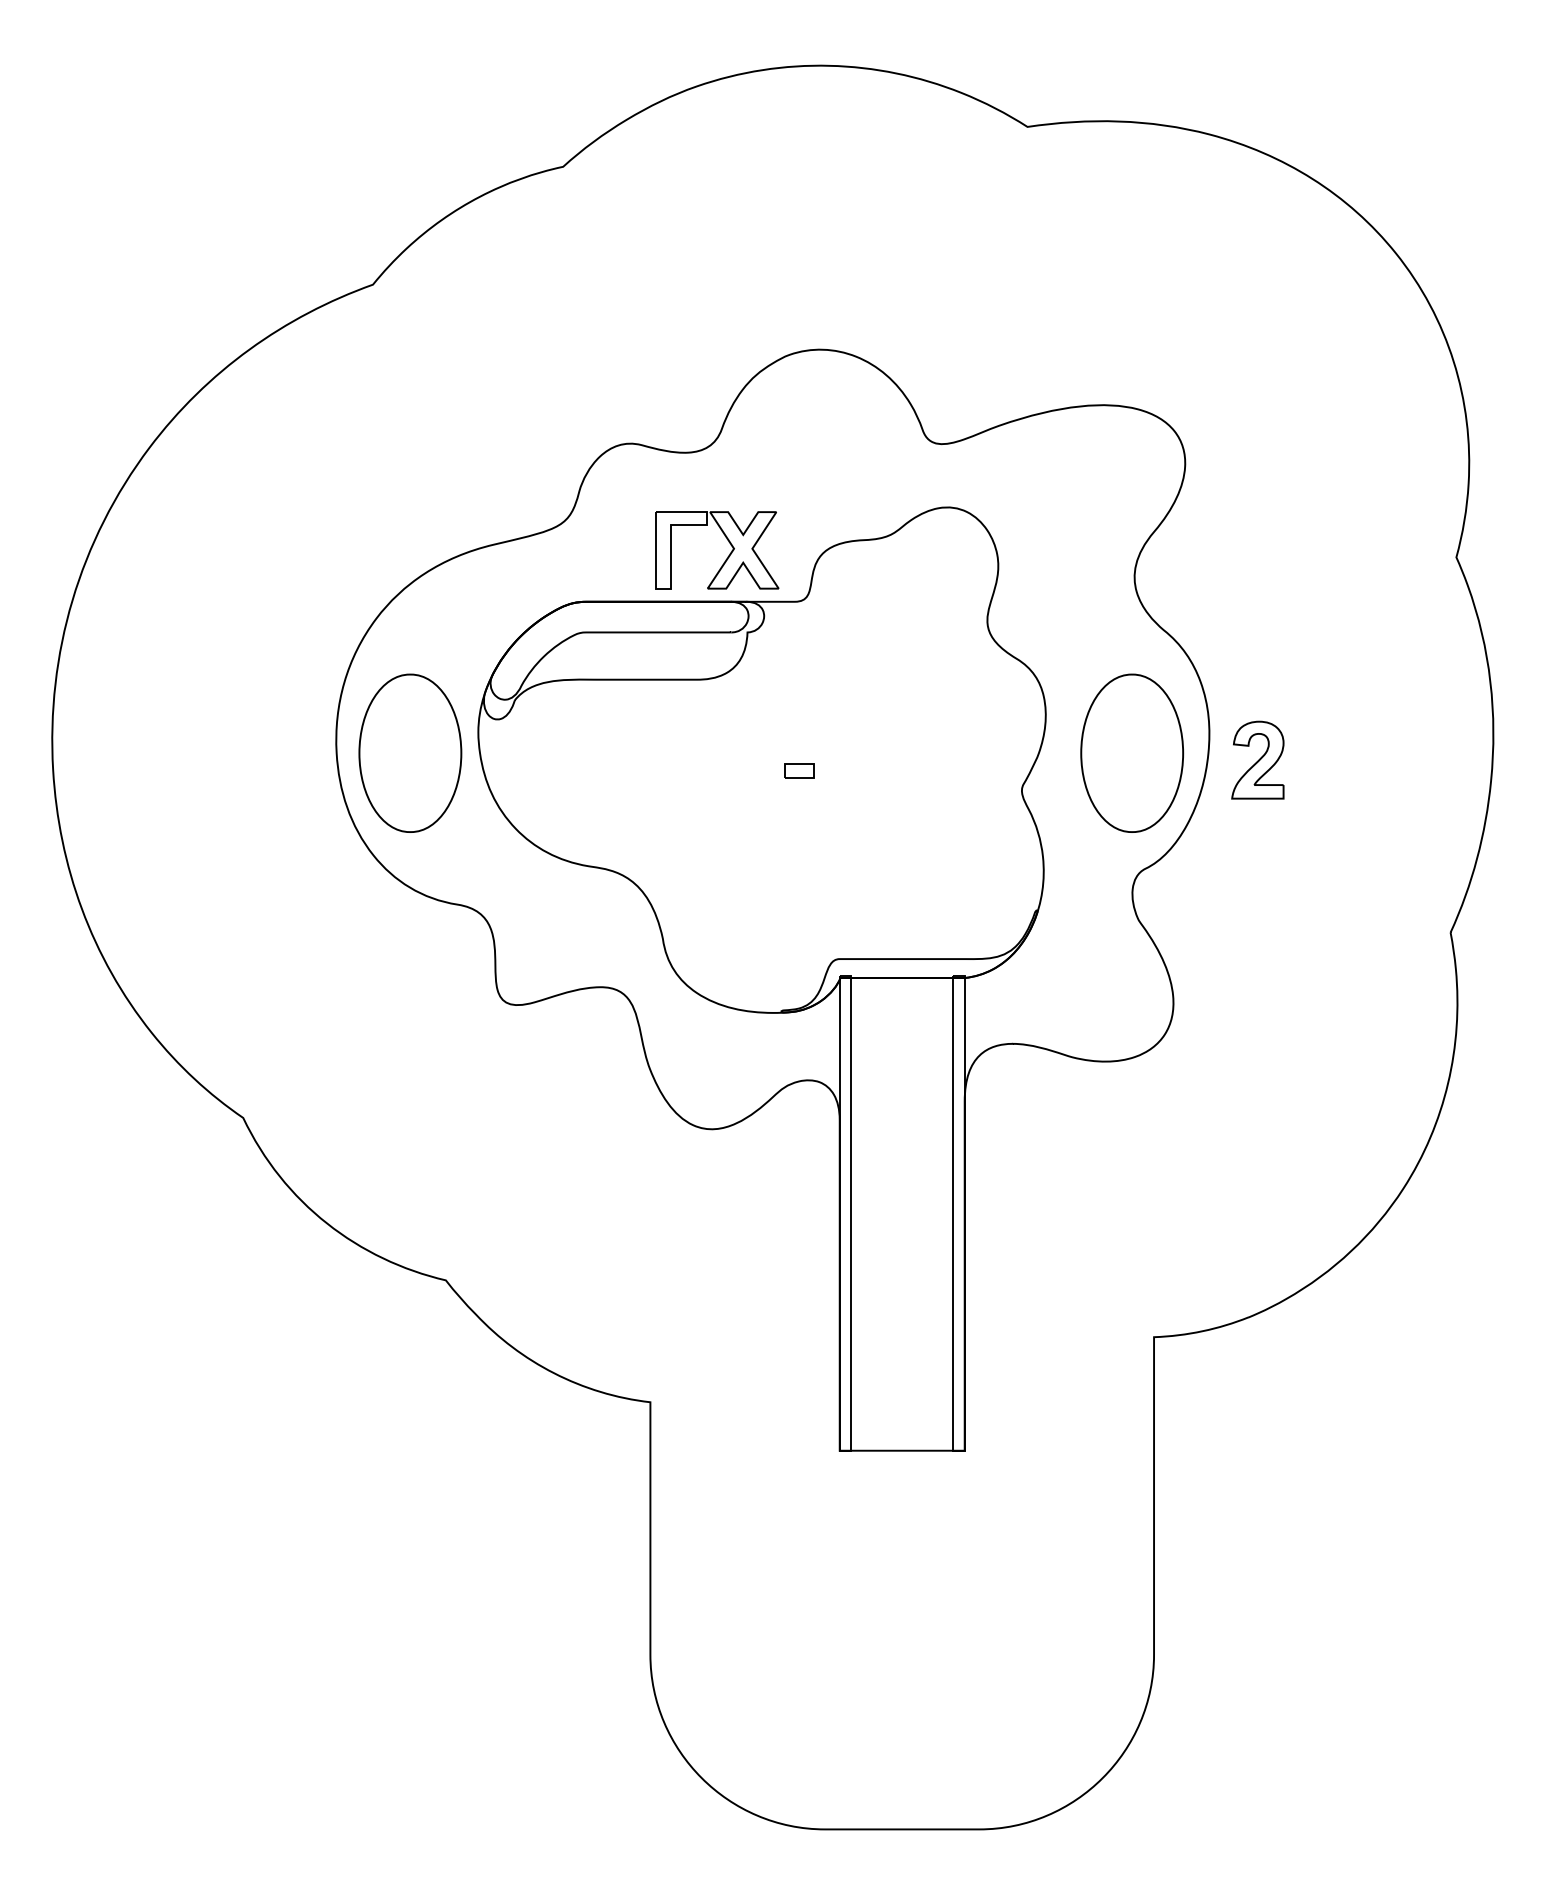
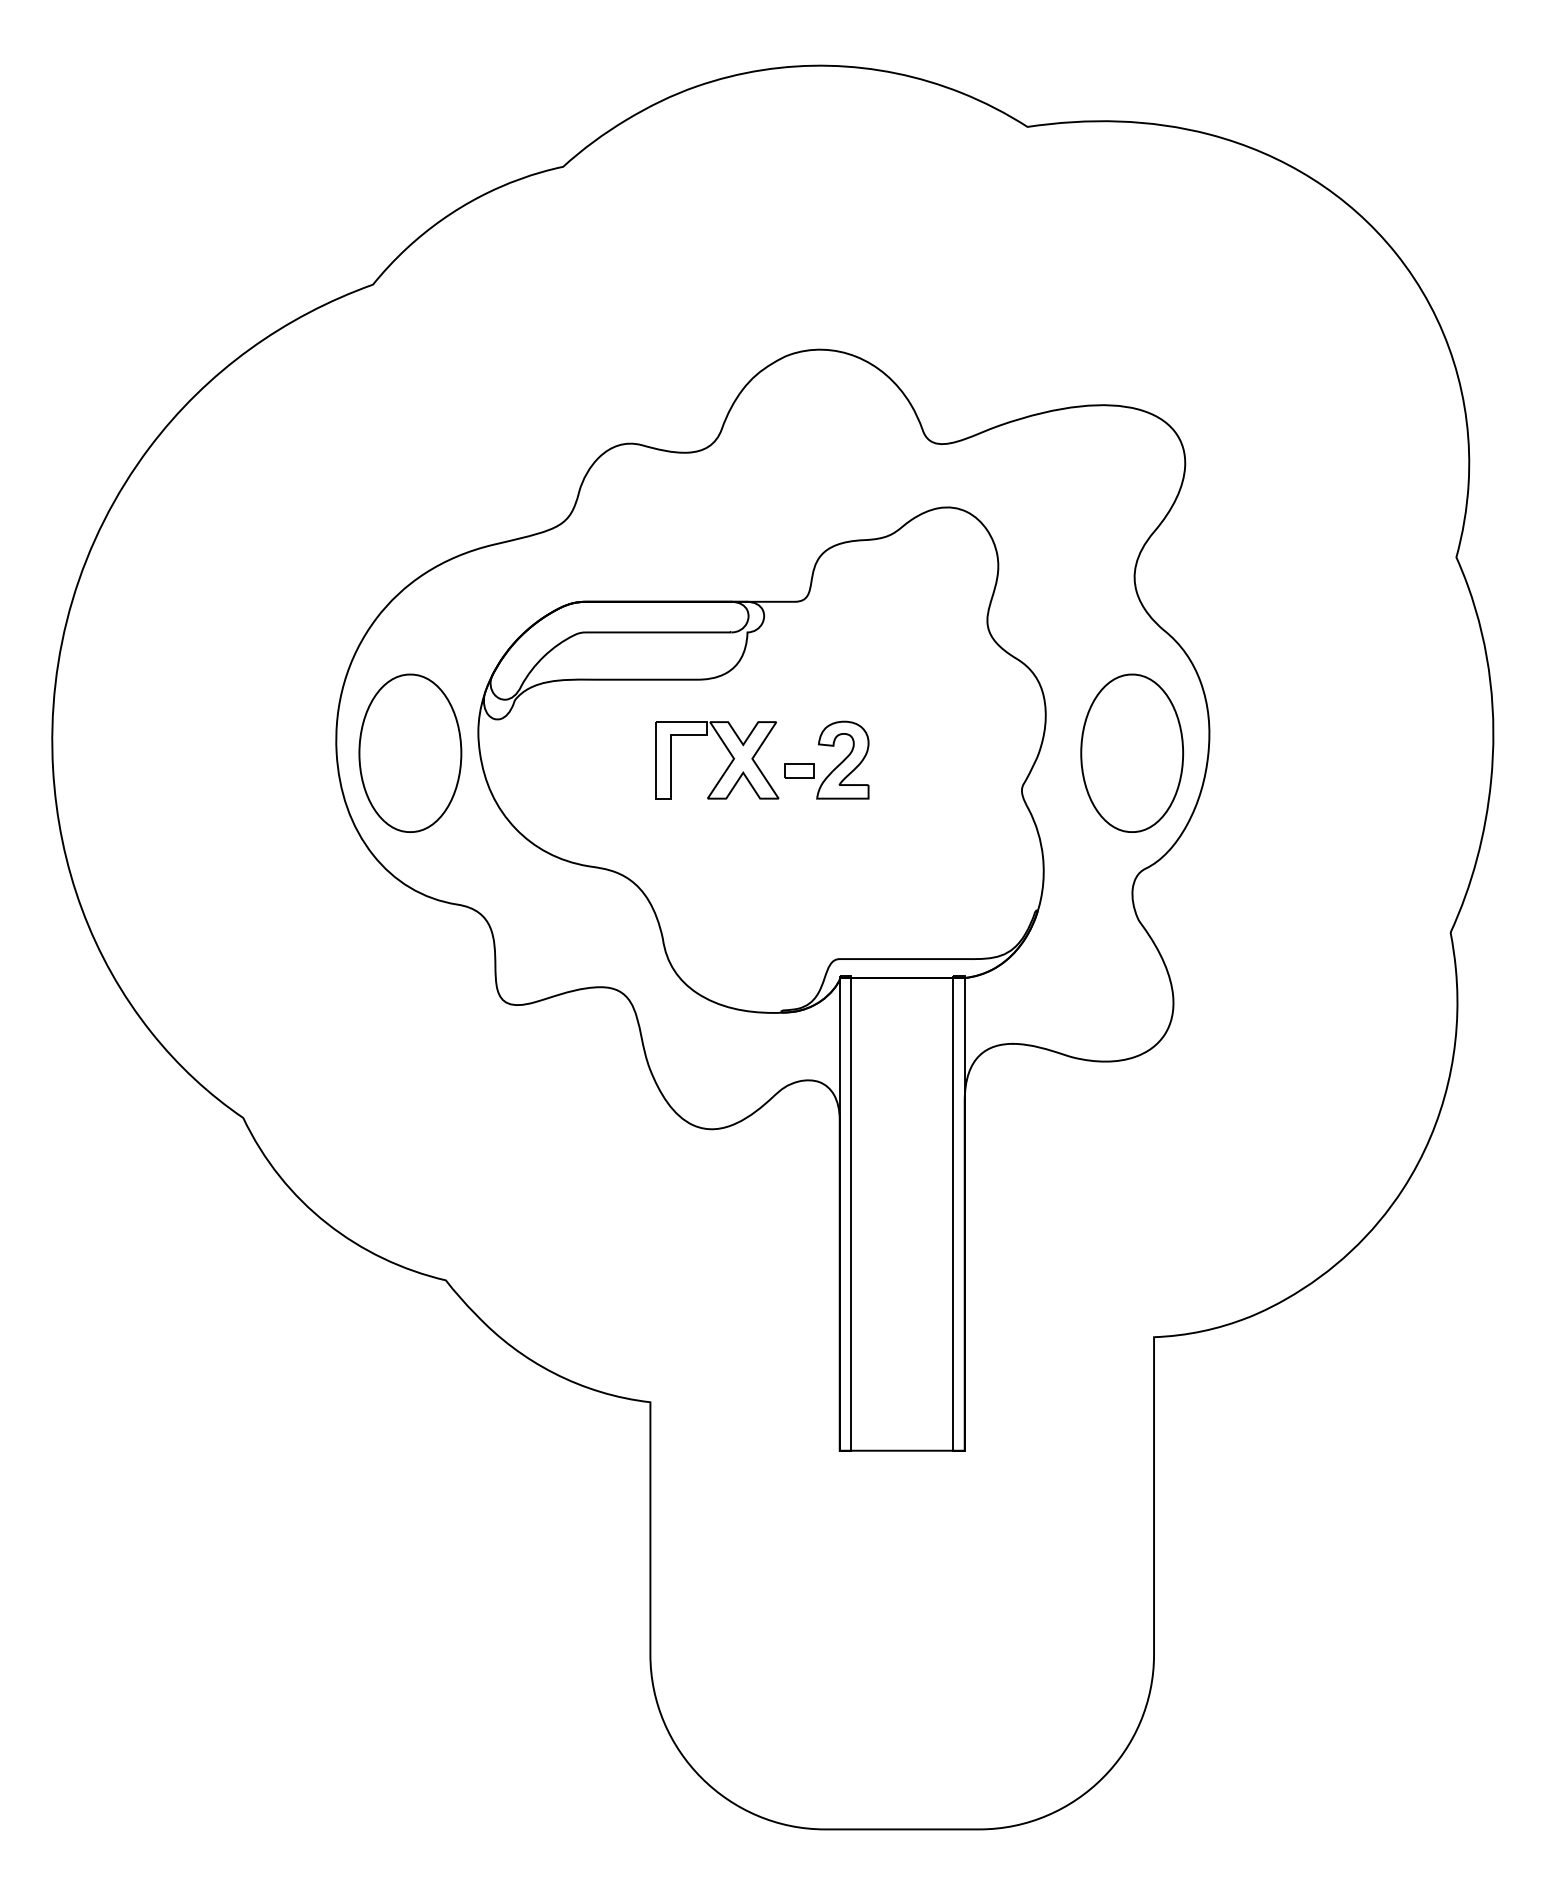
part at (727, 556) position: (727, 556) -> (727, 766)
part at (1257, 759) position: (1257, 759) -> (842, 759)
